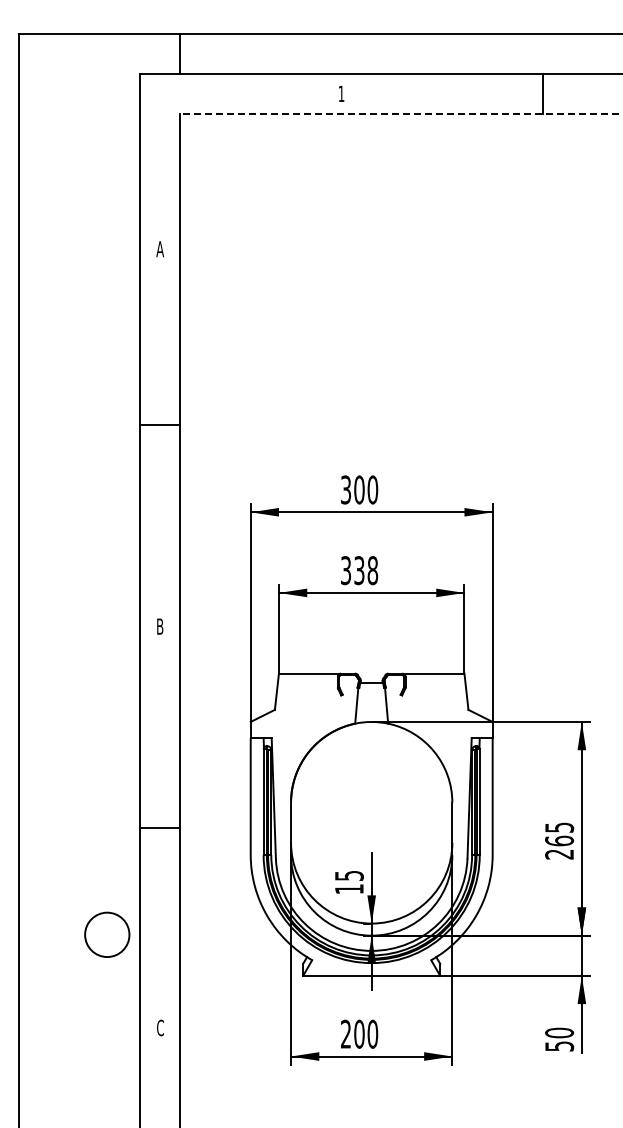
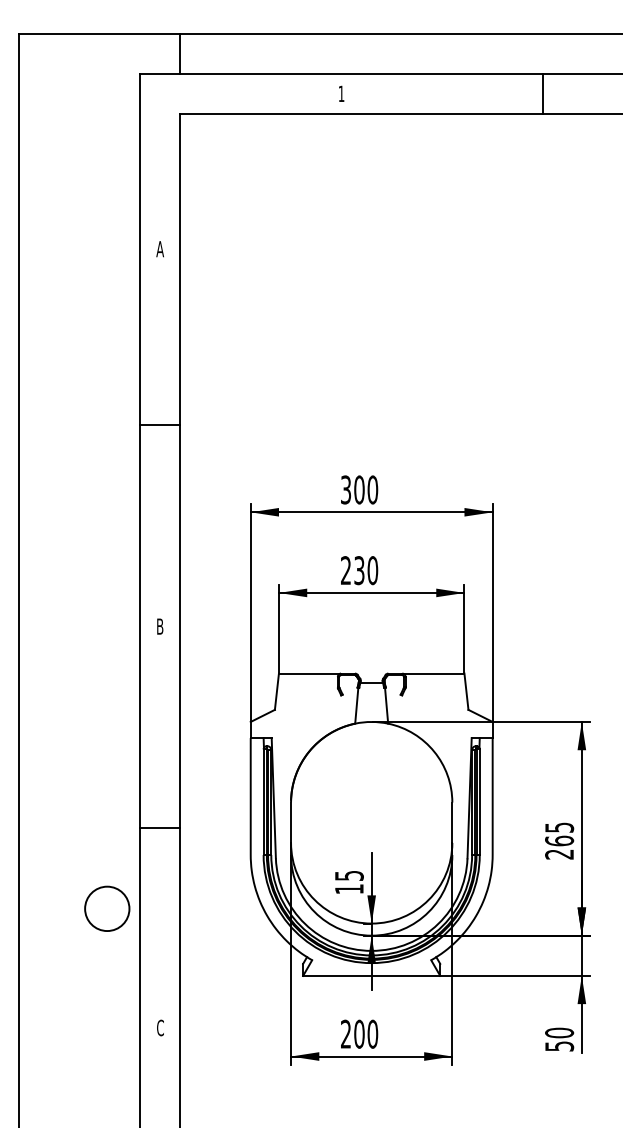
line at (400, 114): dashed -> solid
text at (359, 570): 338 -> 230
circle at (107, 934) position: (107, 934) -> (107, 908)
